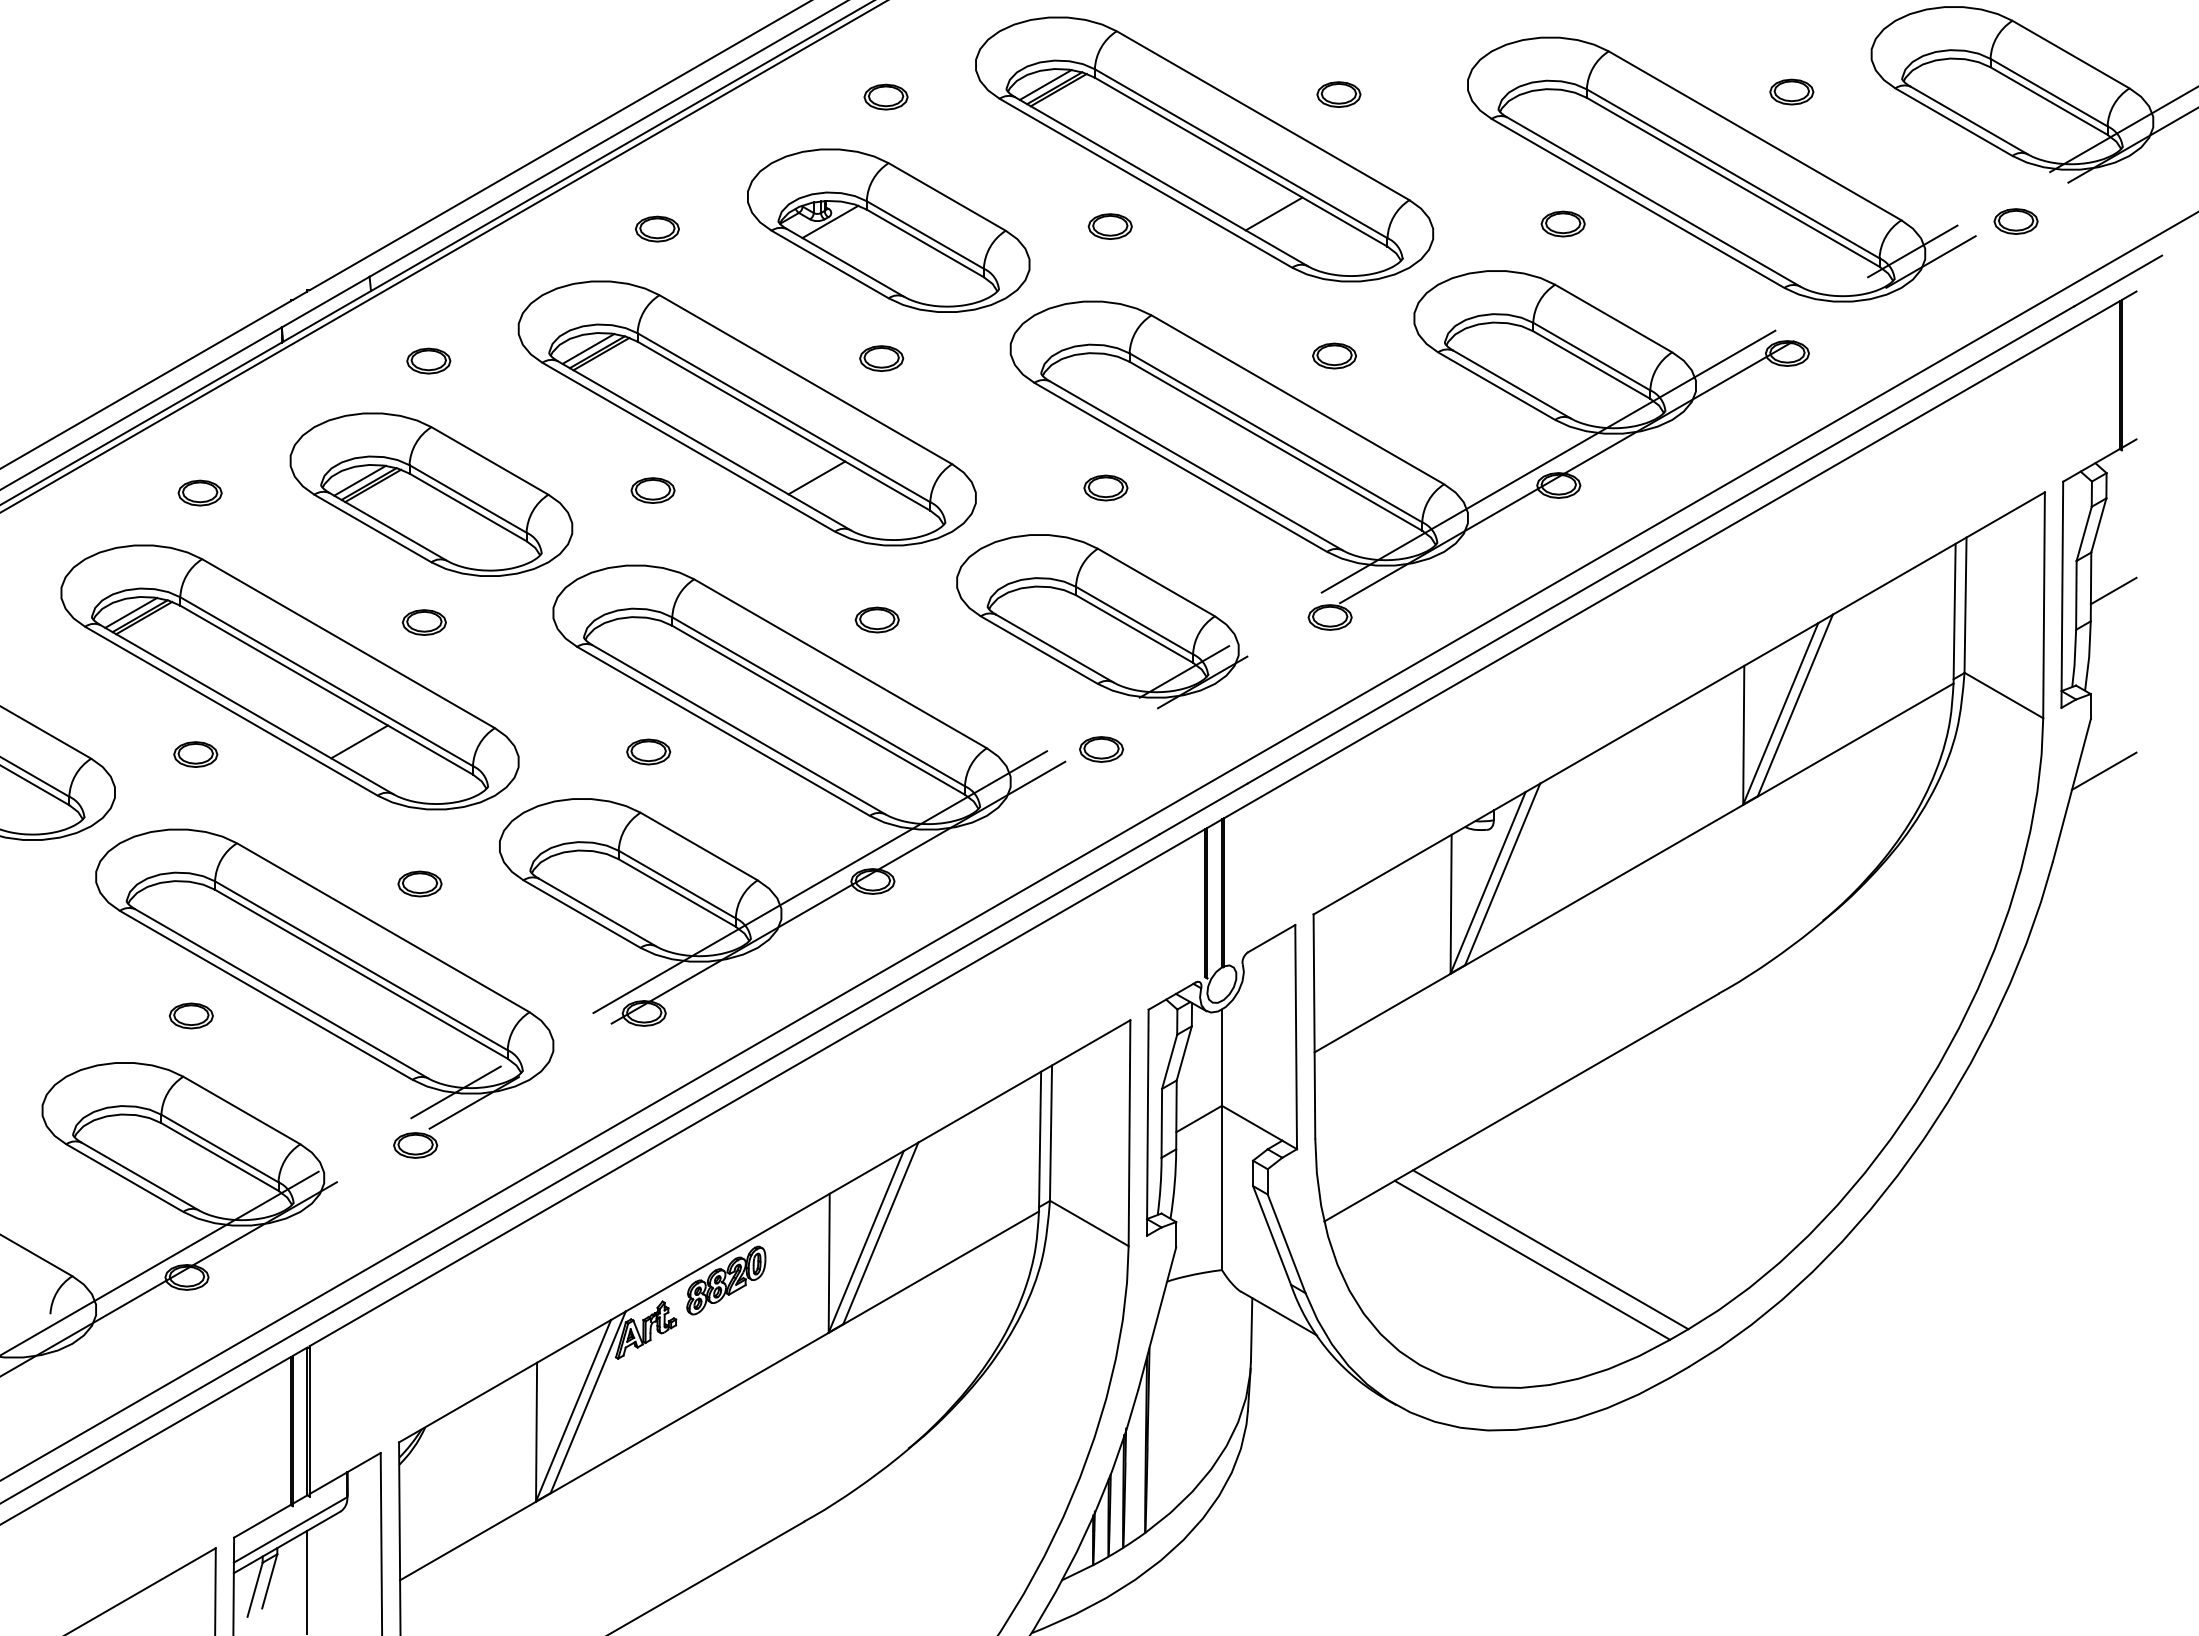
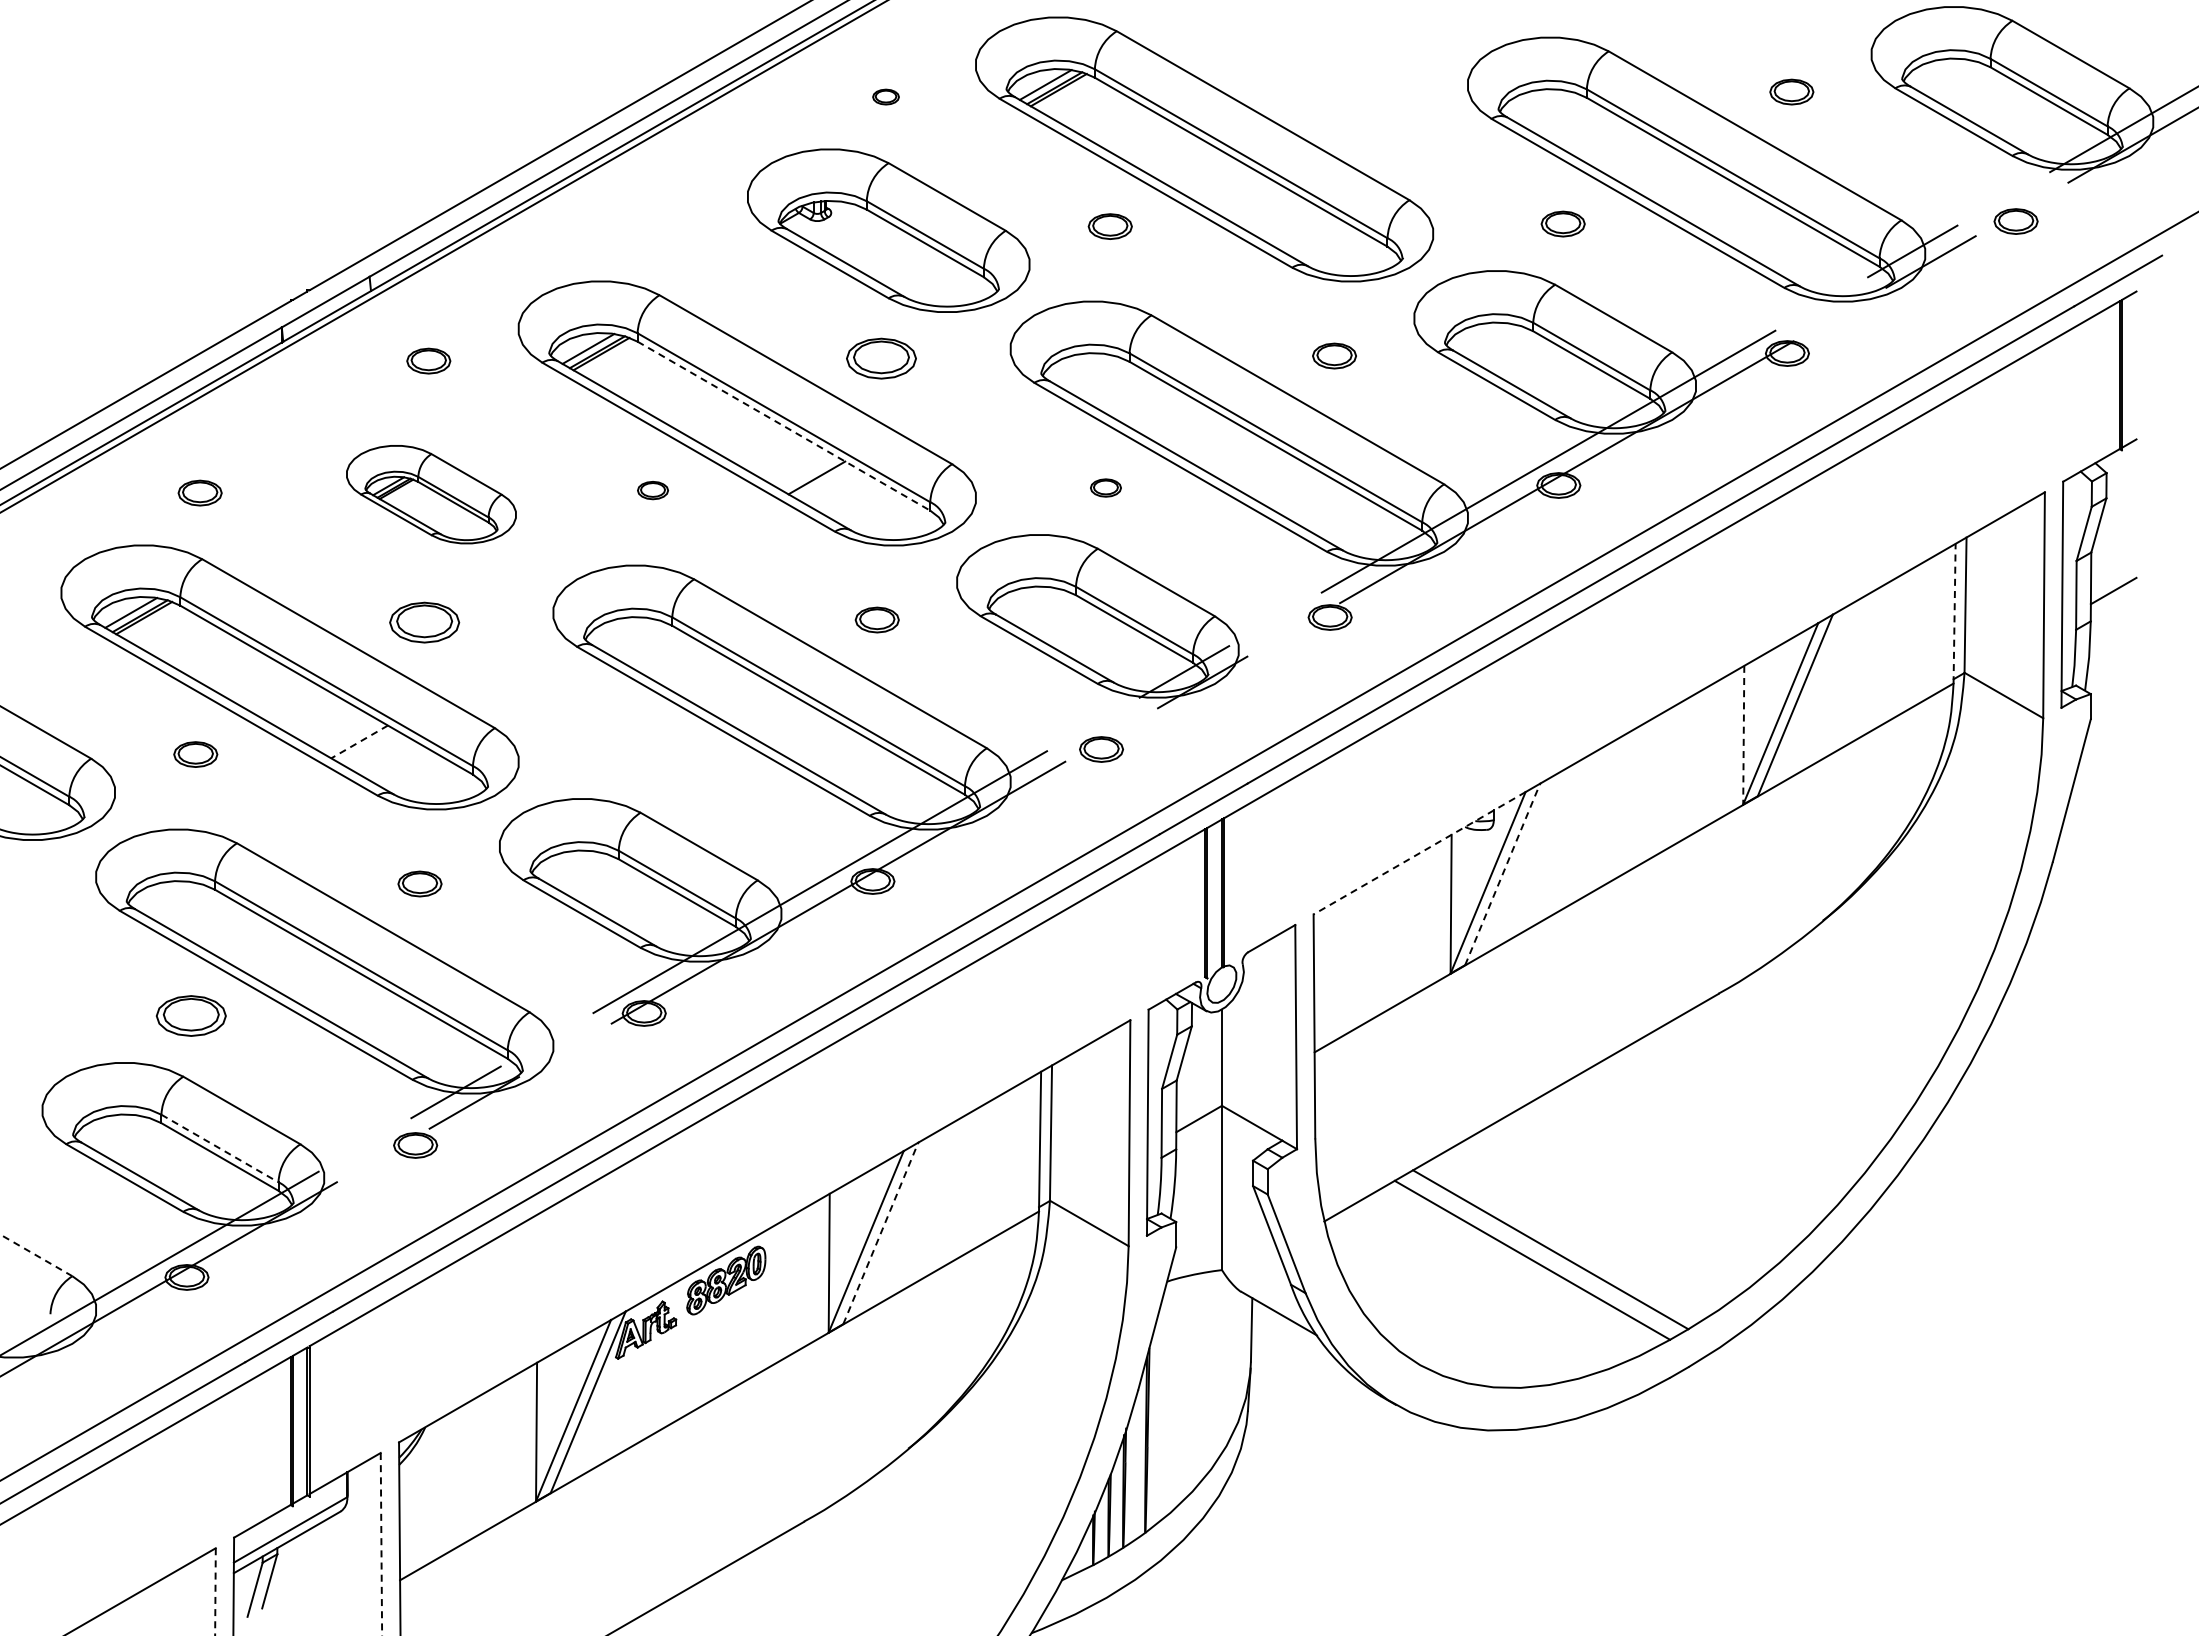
part at (1338, 94): present -> none
part at (885, 96) size: 46x28 px -> 28x18 px
line at (1273, 213): present -> none
line at (830, 221): present -> none
part at (657, 228): present -> none
part at (881, 358) size: 46x27 px -> 71x43 px
line at (783, 426): solid -> dashed
part at (1105, 487) size: 46x28 px -> 32x20 px
part at (652, 490) size: 46x27 px -> 32x20 px
part at (431, 494) size: 285x165 px -> 171x100 px
line at (1954, 613): solid -> dashed
part at (423, 622) size: 46x27 px -> 72x43 px
line at (1743, 735): solid -> dashed
line at (359, 741): solid -> dashed
part at (648, 751): present -> none
line at (2103, 770): present -> none
line at (1419, 853): solid -> dashed
line at (1502, 873): solid -> dashed
part at (191, 1015) size: 45x28 px -> 72x42 px
line at (219, 1148): solid -> dashed
line at (881, 1232): solid -> dashed
line at (36, 1255): solid -> dashed
line at (381, 1544): solid -> dashed
line at (307, 1581): present -> none
line at (215, 1592): solid -> dashed
